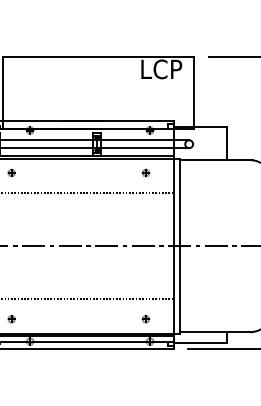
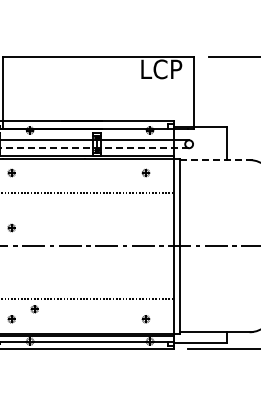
line at (94, 148): solid -> dashed
line at (216, 160): solid -> dashed
part at (11, 227): none -> present
part at (34, 309): none -> present
